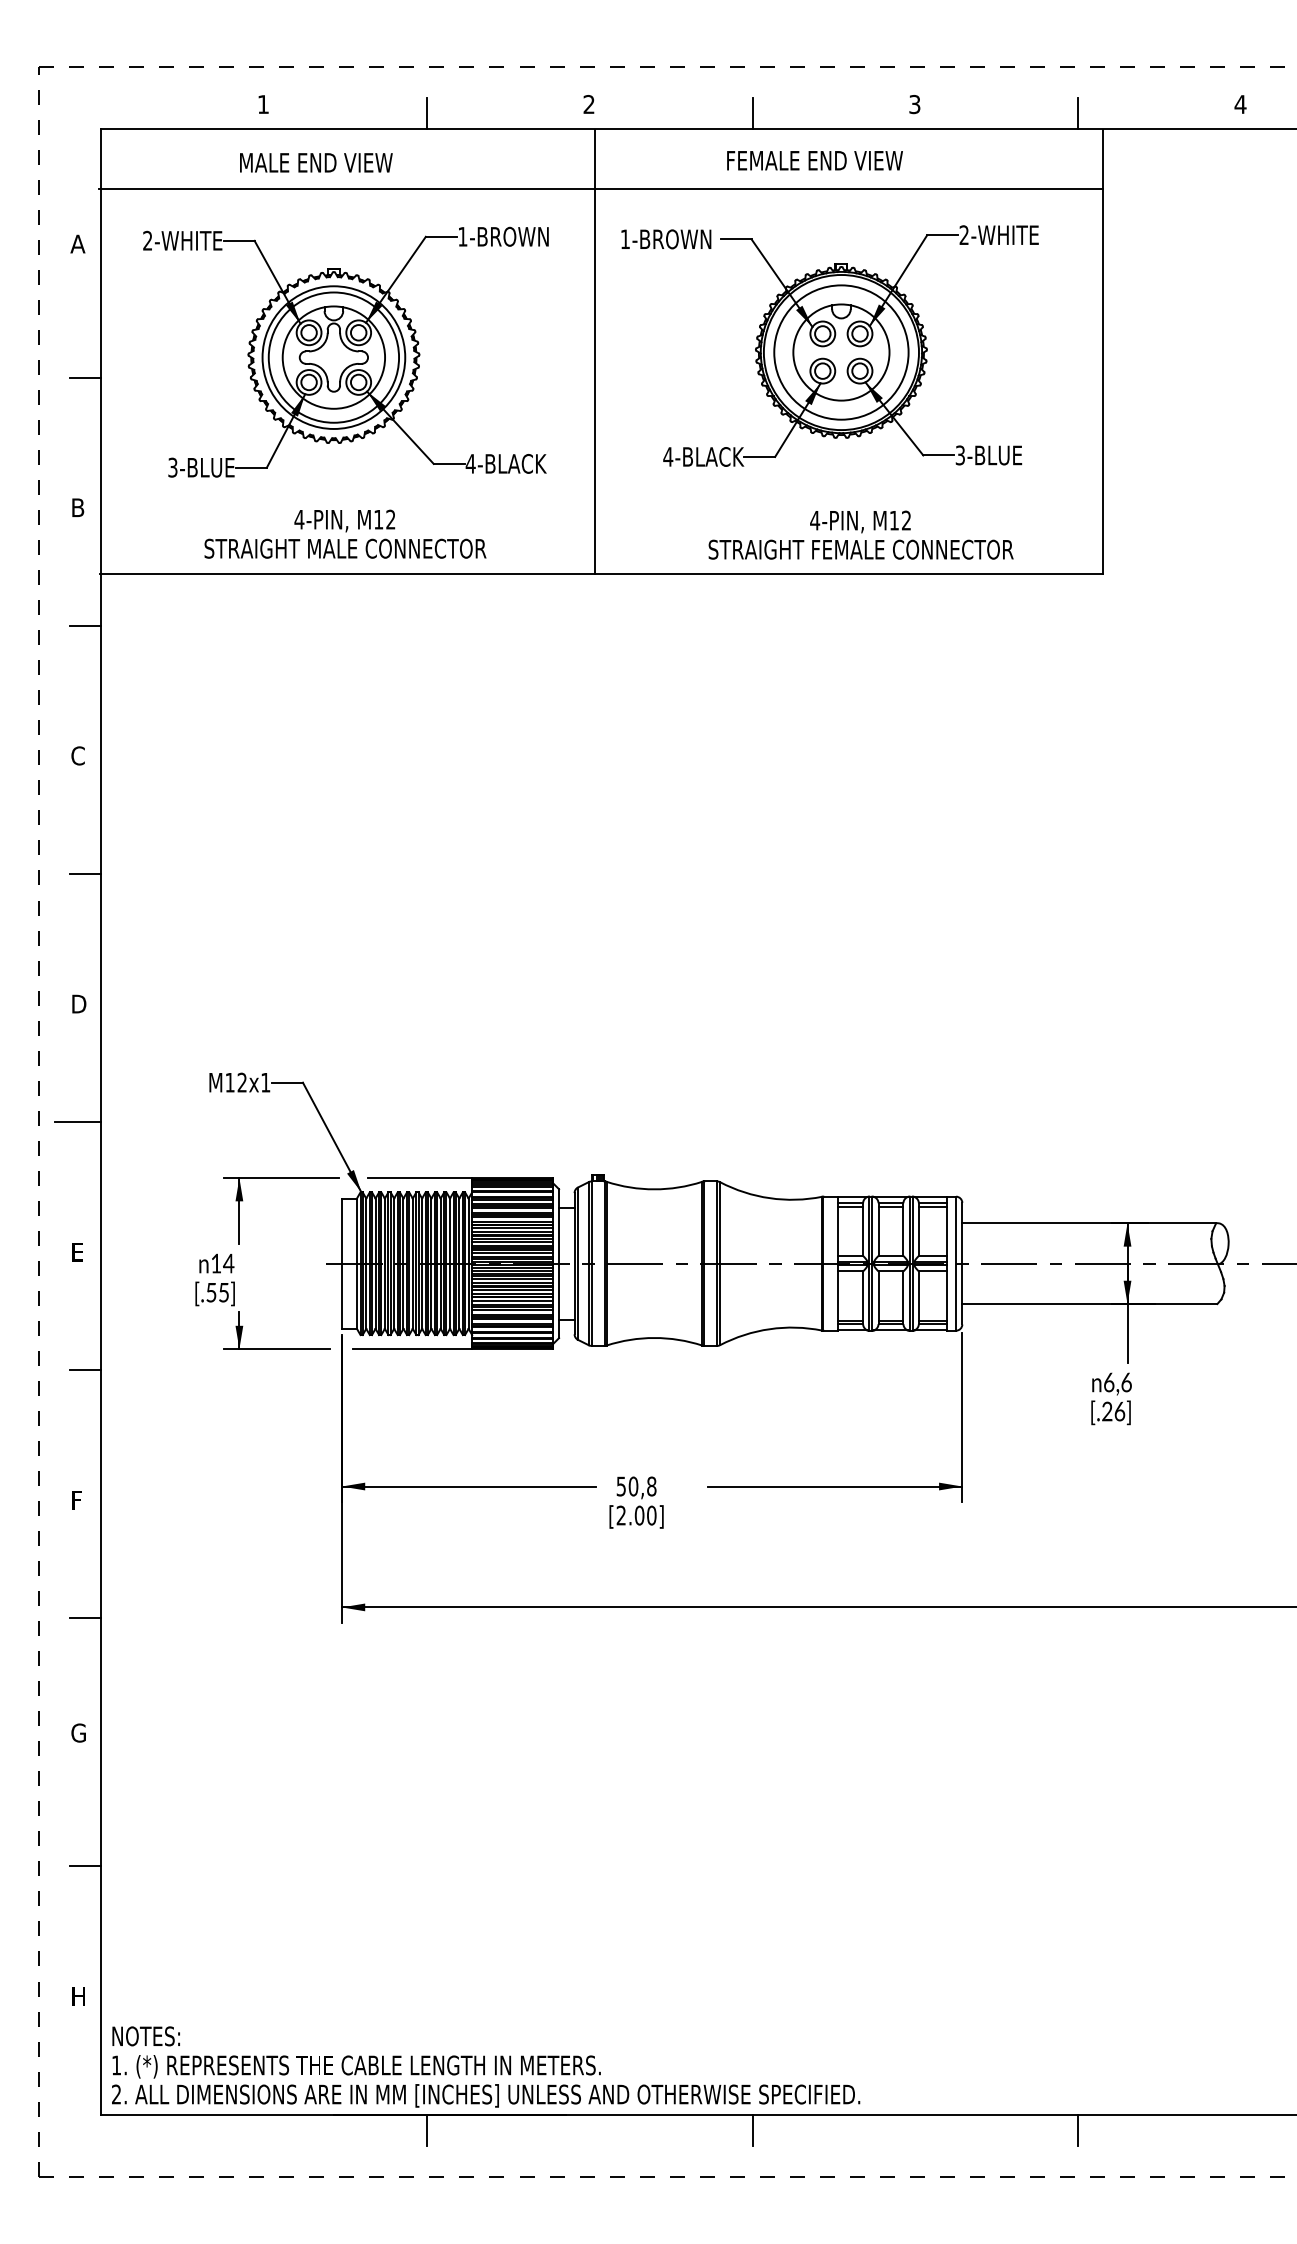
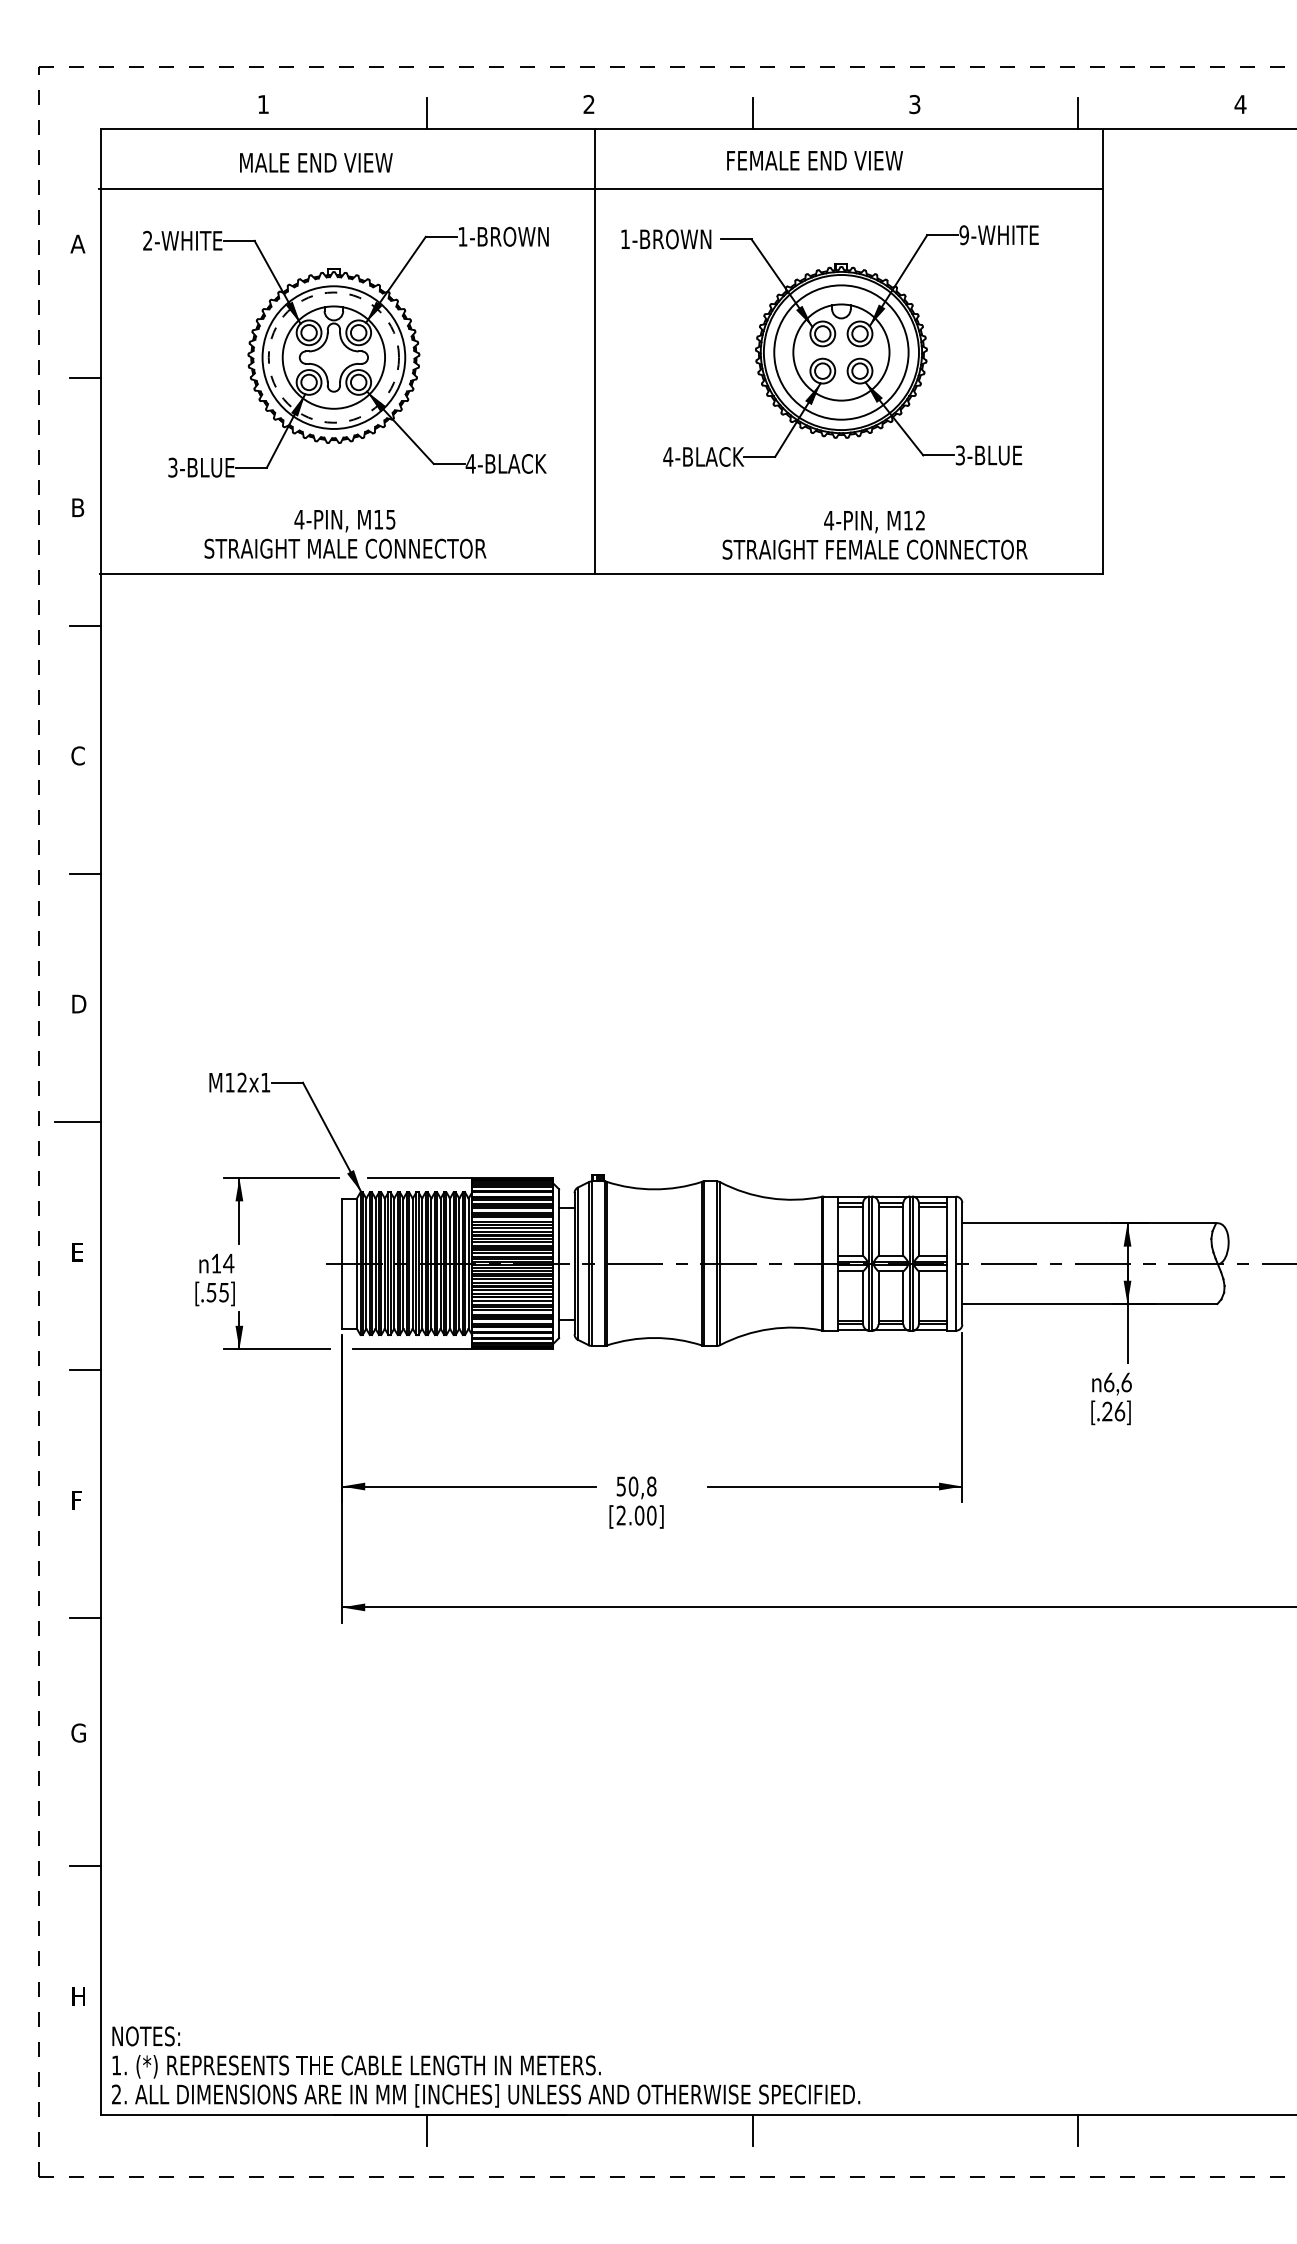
text at (963, 235): 2-WHITE -> 9-WHITE
circle at (333, 357): solid -> dashed
text at (390, 519): M12 -> M15
text at (860, 534) position: (860, 534) -> (874, 534)
